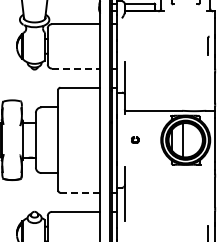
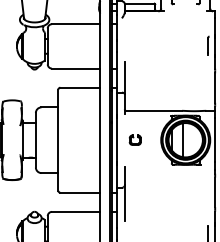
line at (76, 68): dashed -> solid
part at (135, 139) size: 9x8 px -> 14x12 px
line at (80, 192): dashed -> solid
